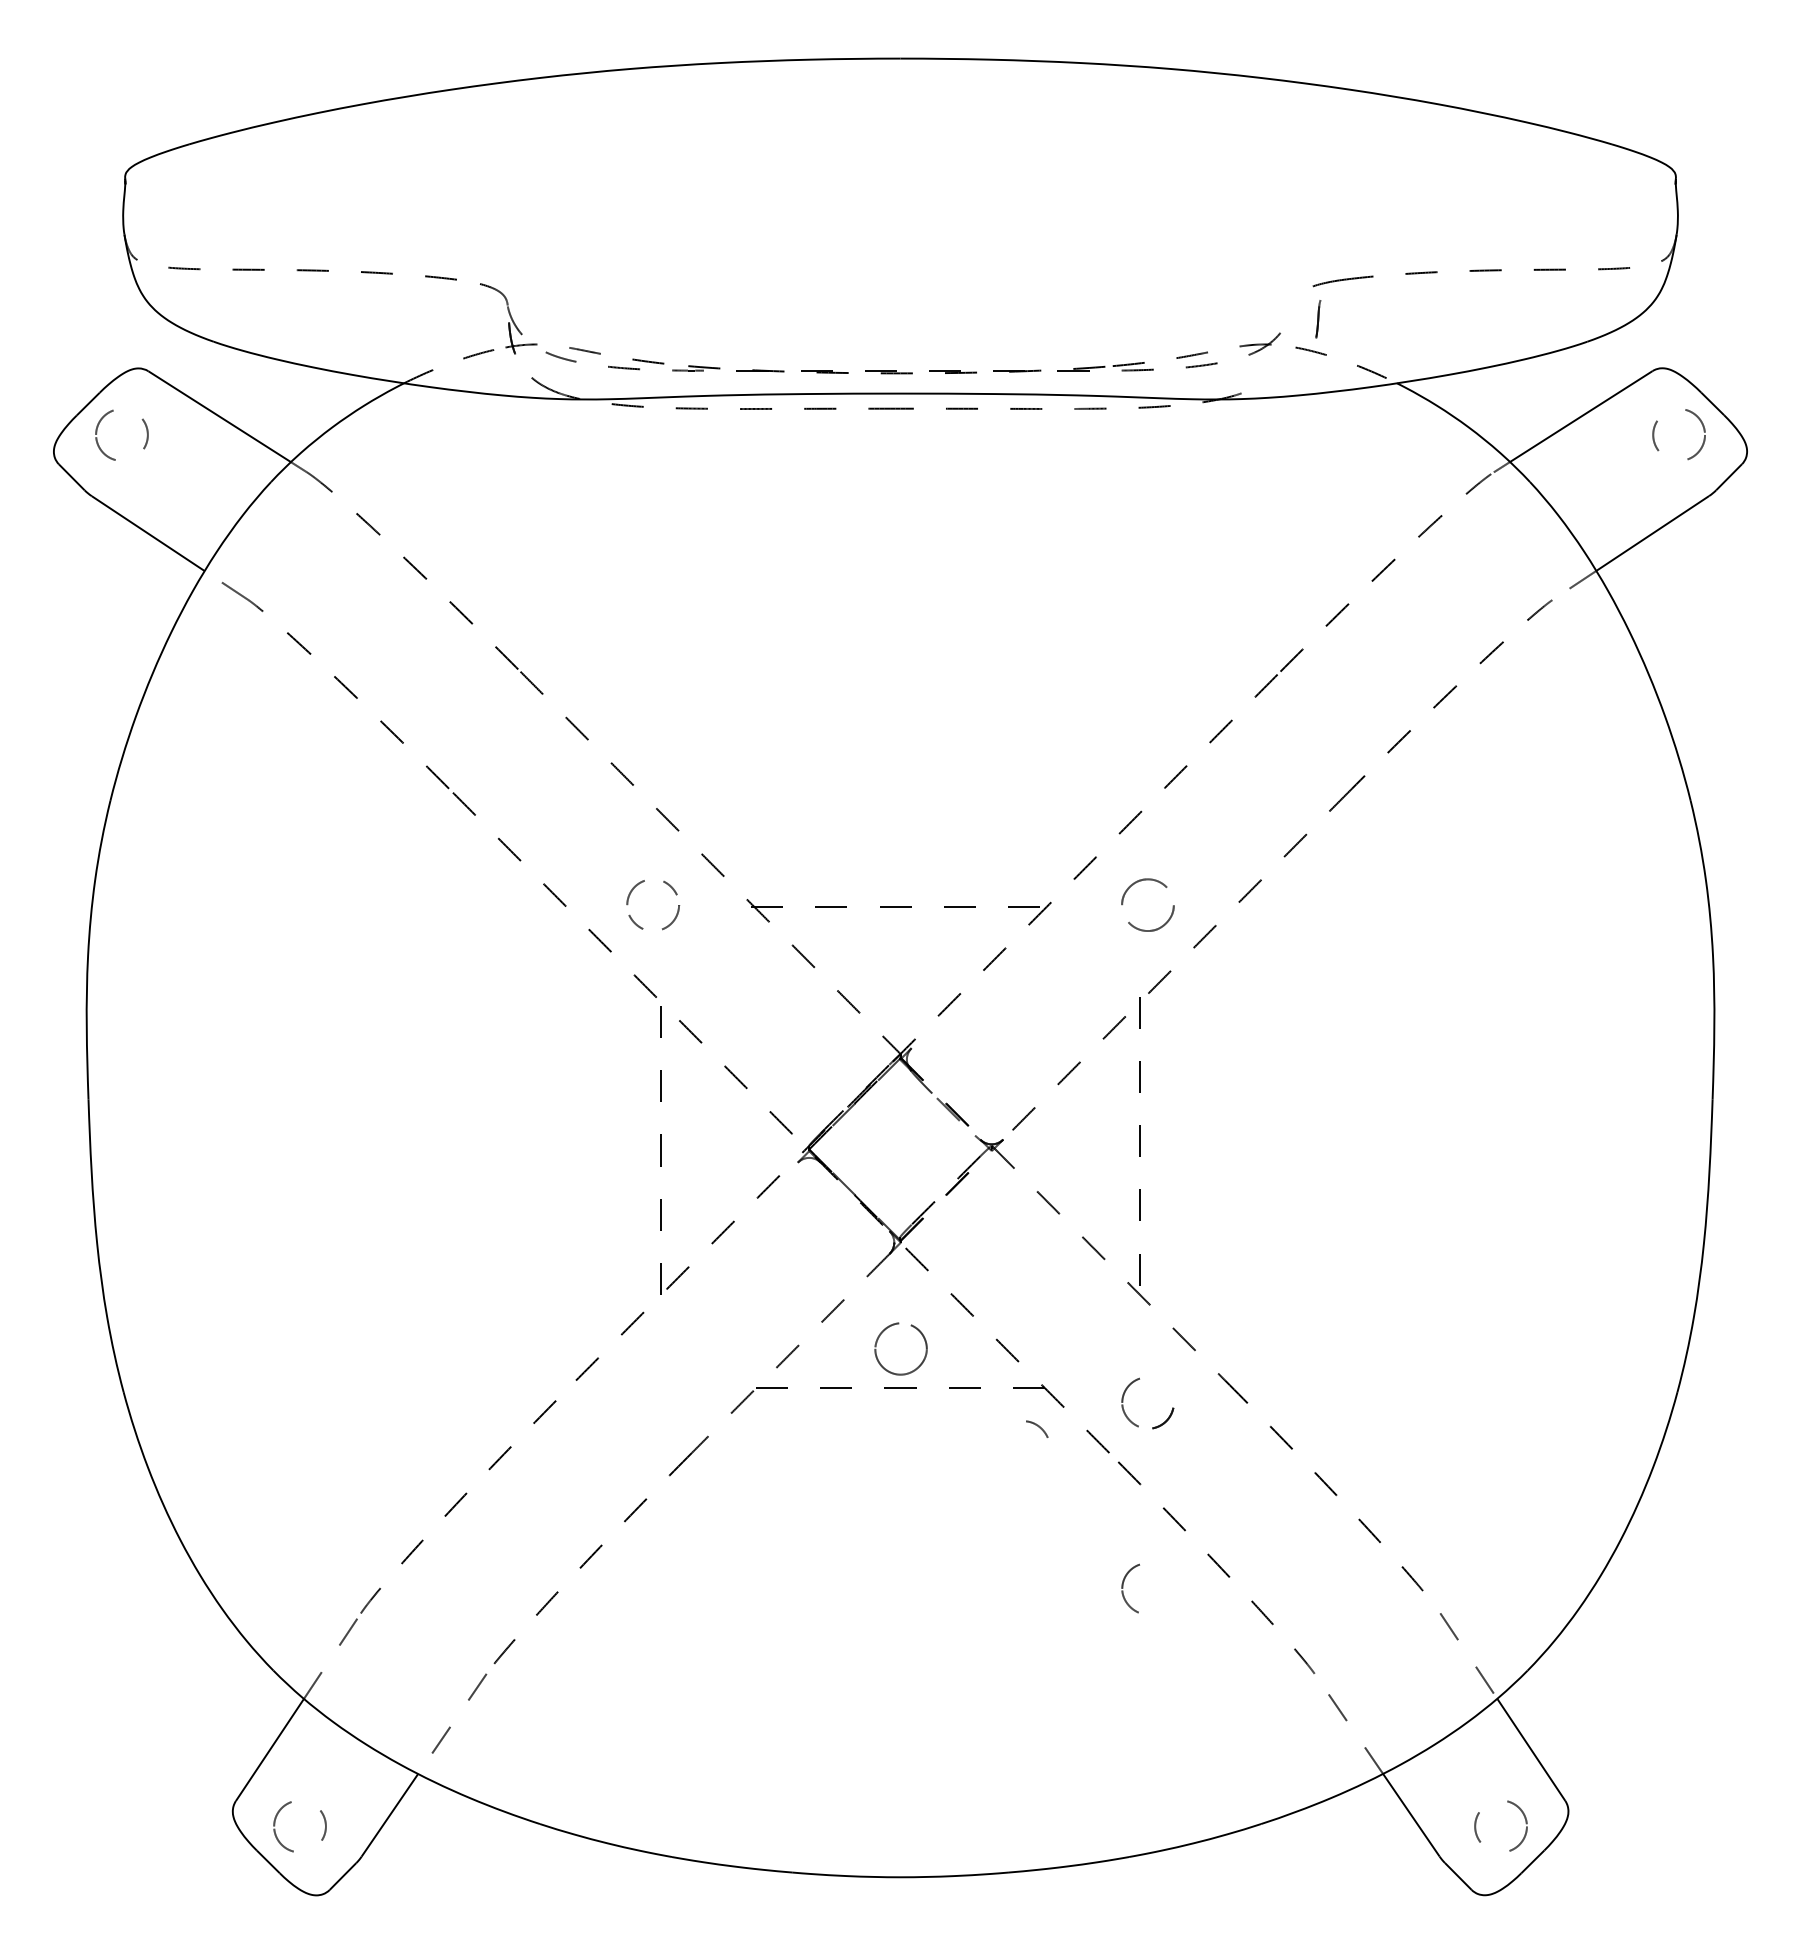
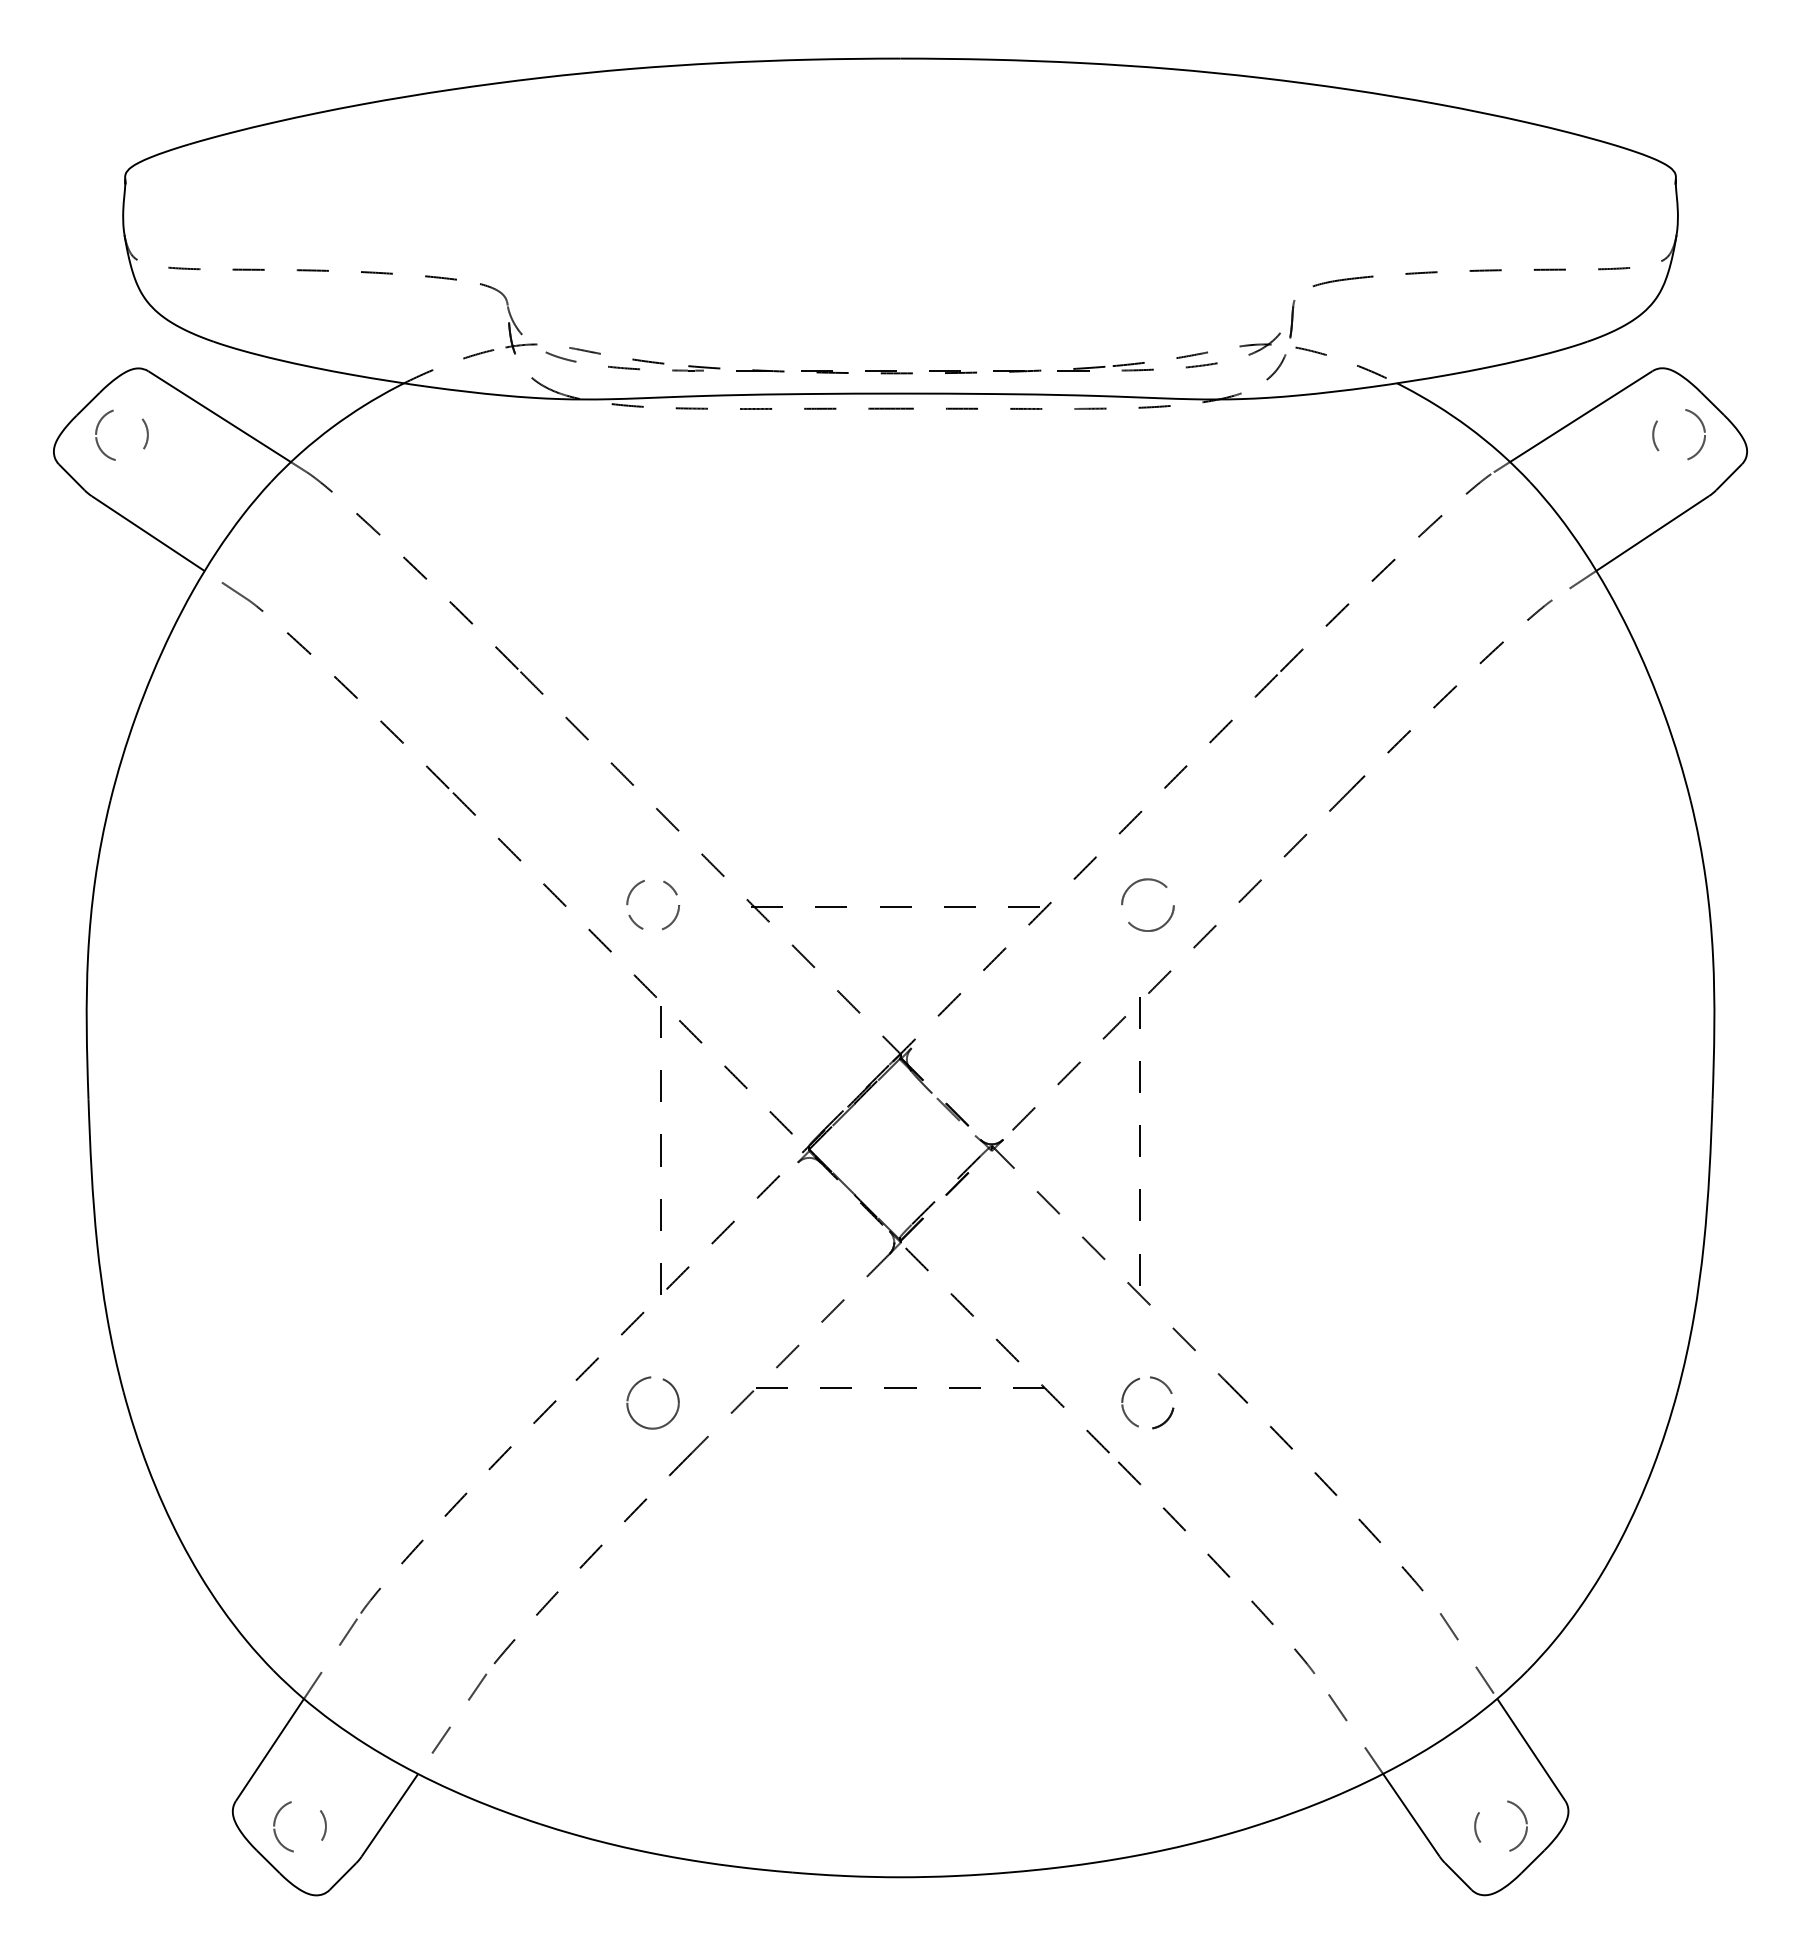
line at (1318, 319) position: (1318, 319) -> (1292, 319)
curve at (1277, 367): none -> present
part at (880, 1336) position: (880, 1336) -> (632, 1390)
curve at (1038, 1427) position: (1038, 1427) -> (1162, 1383)
part at (1123, 1588): present -> none
